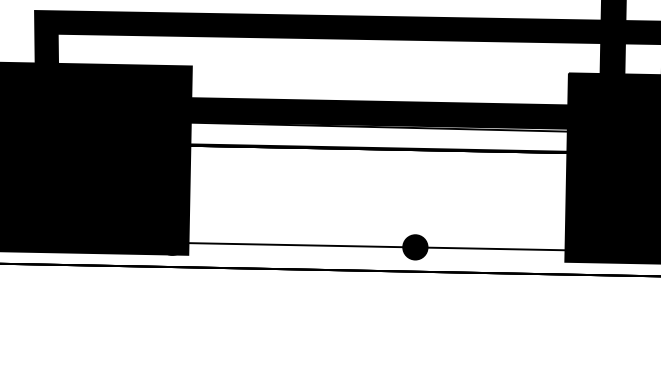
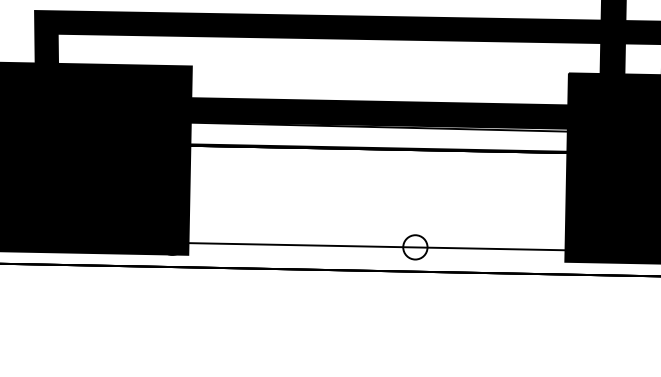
fill at (415, 247): present -> none
